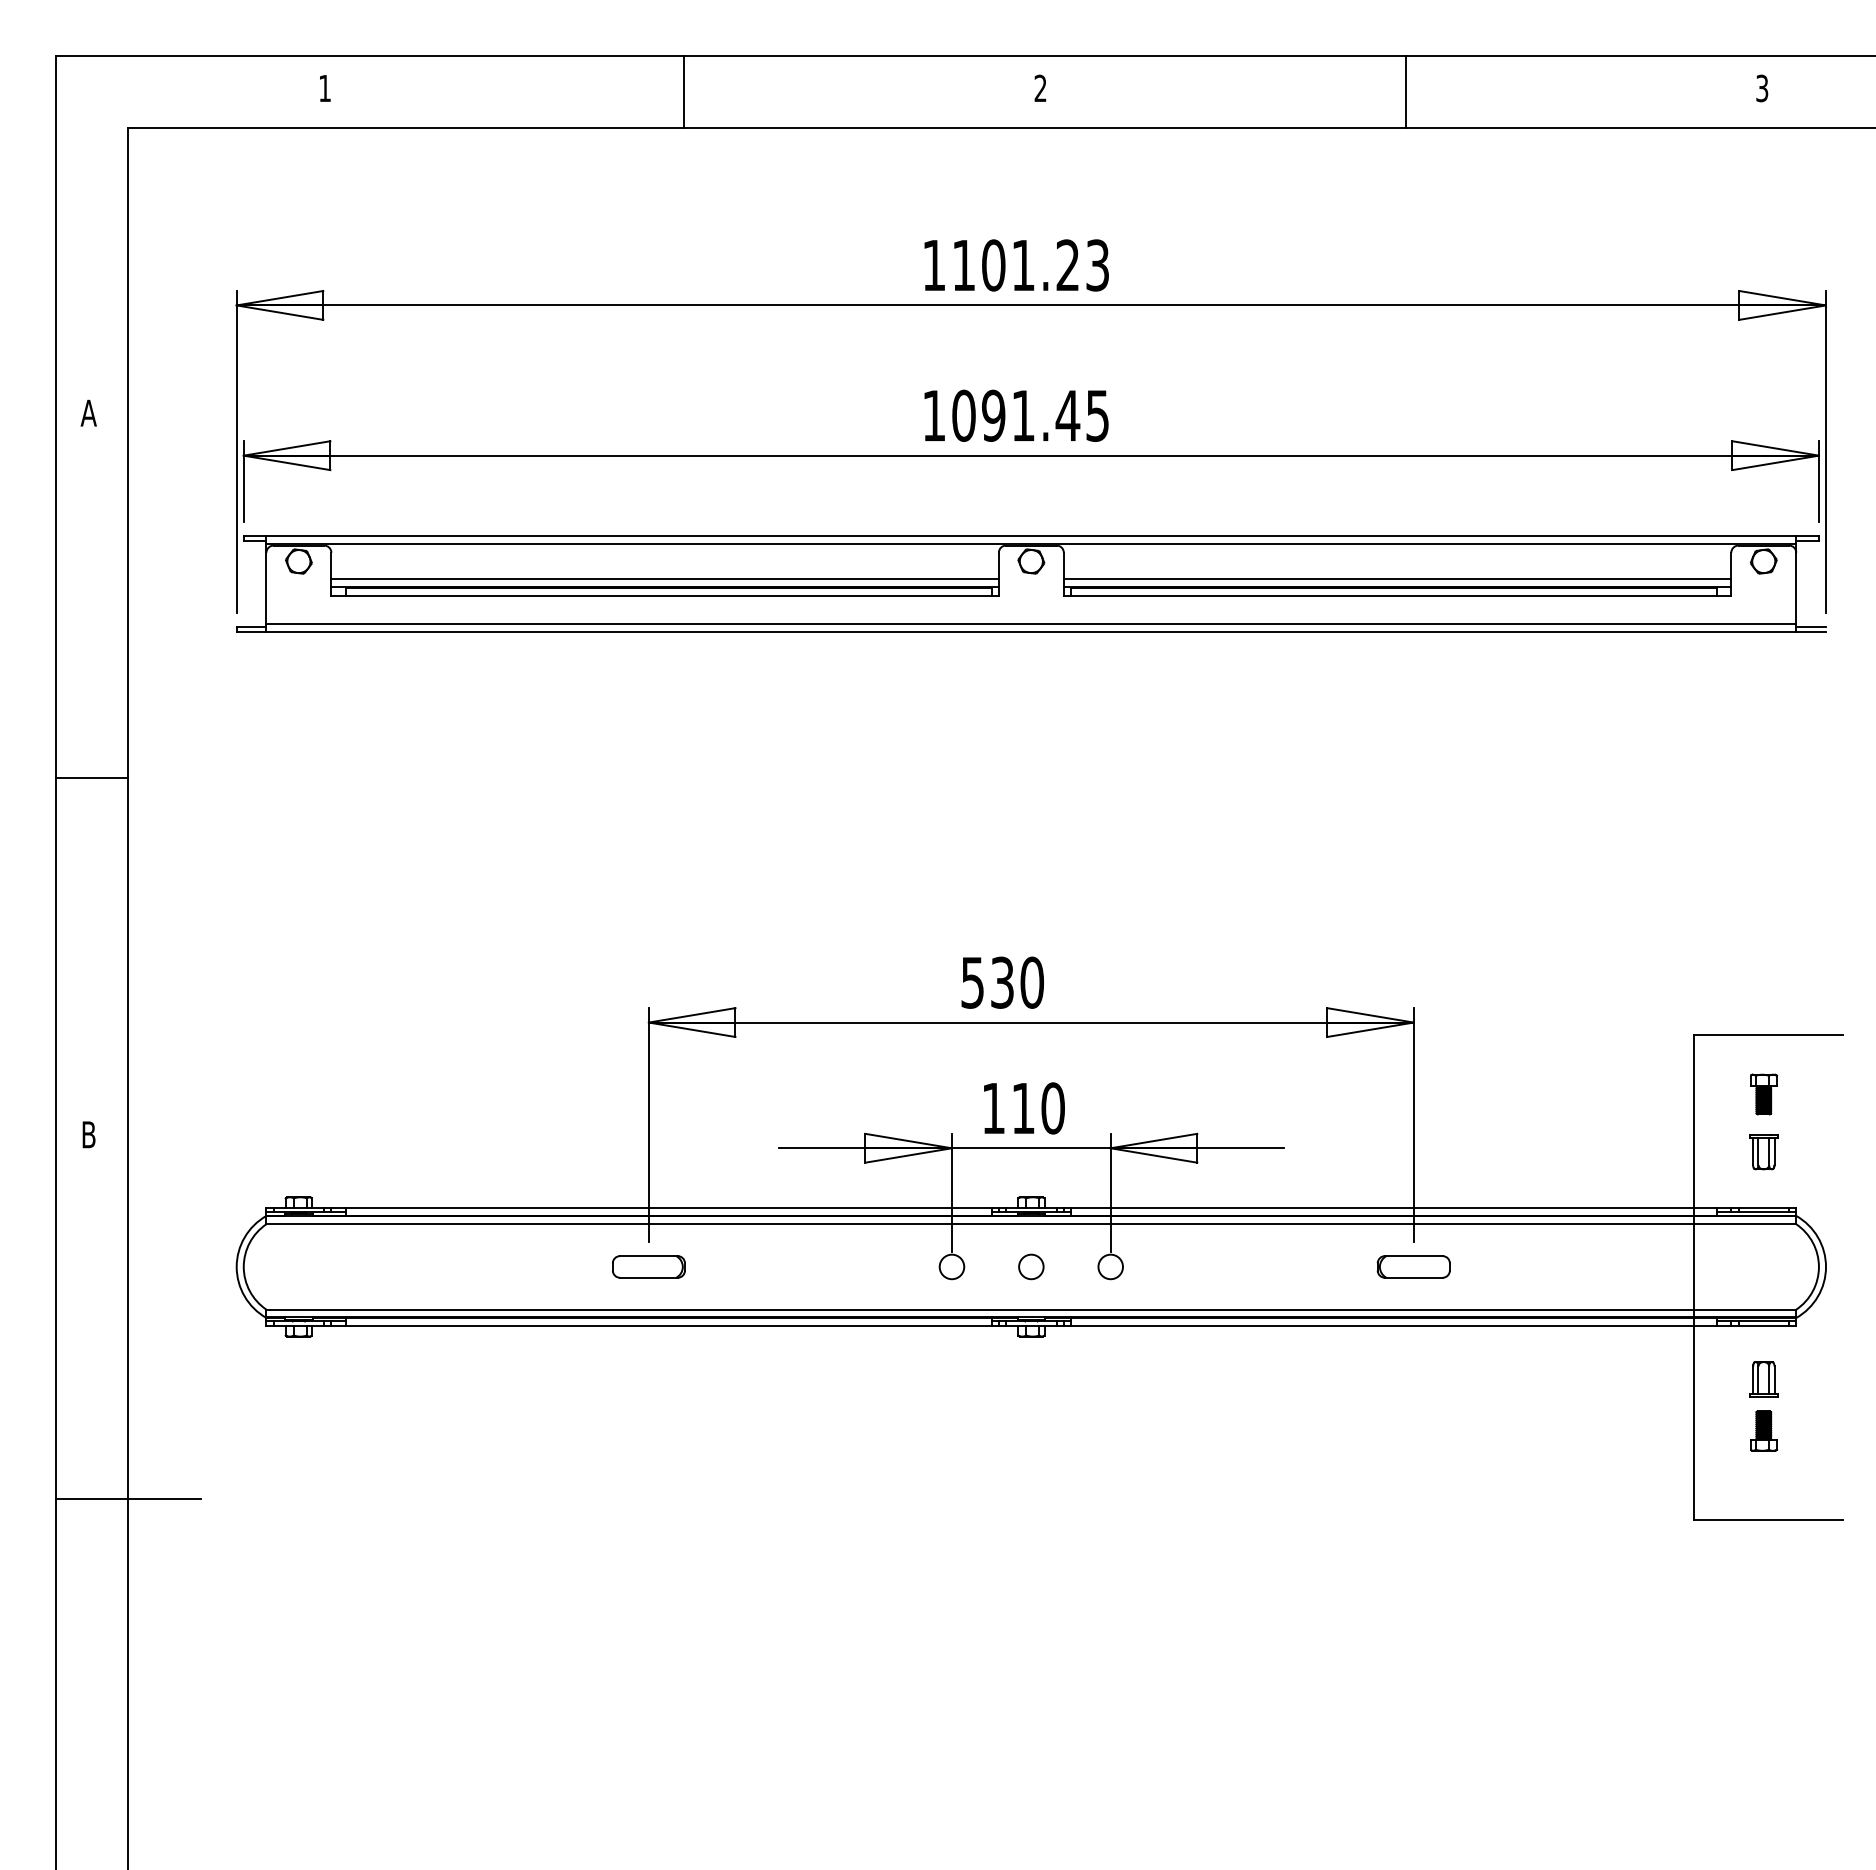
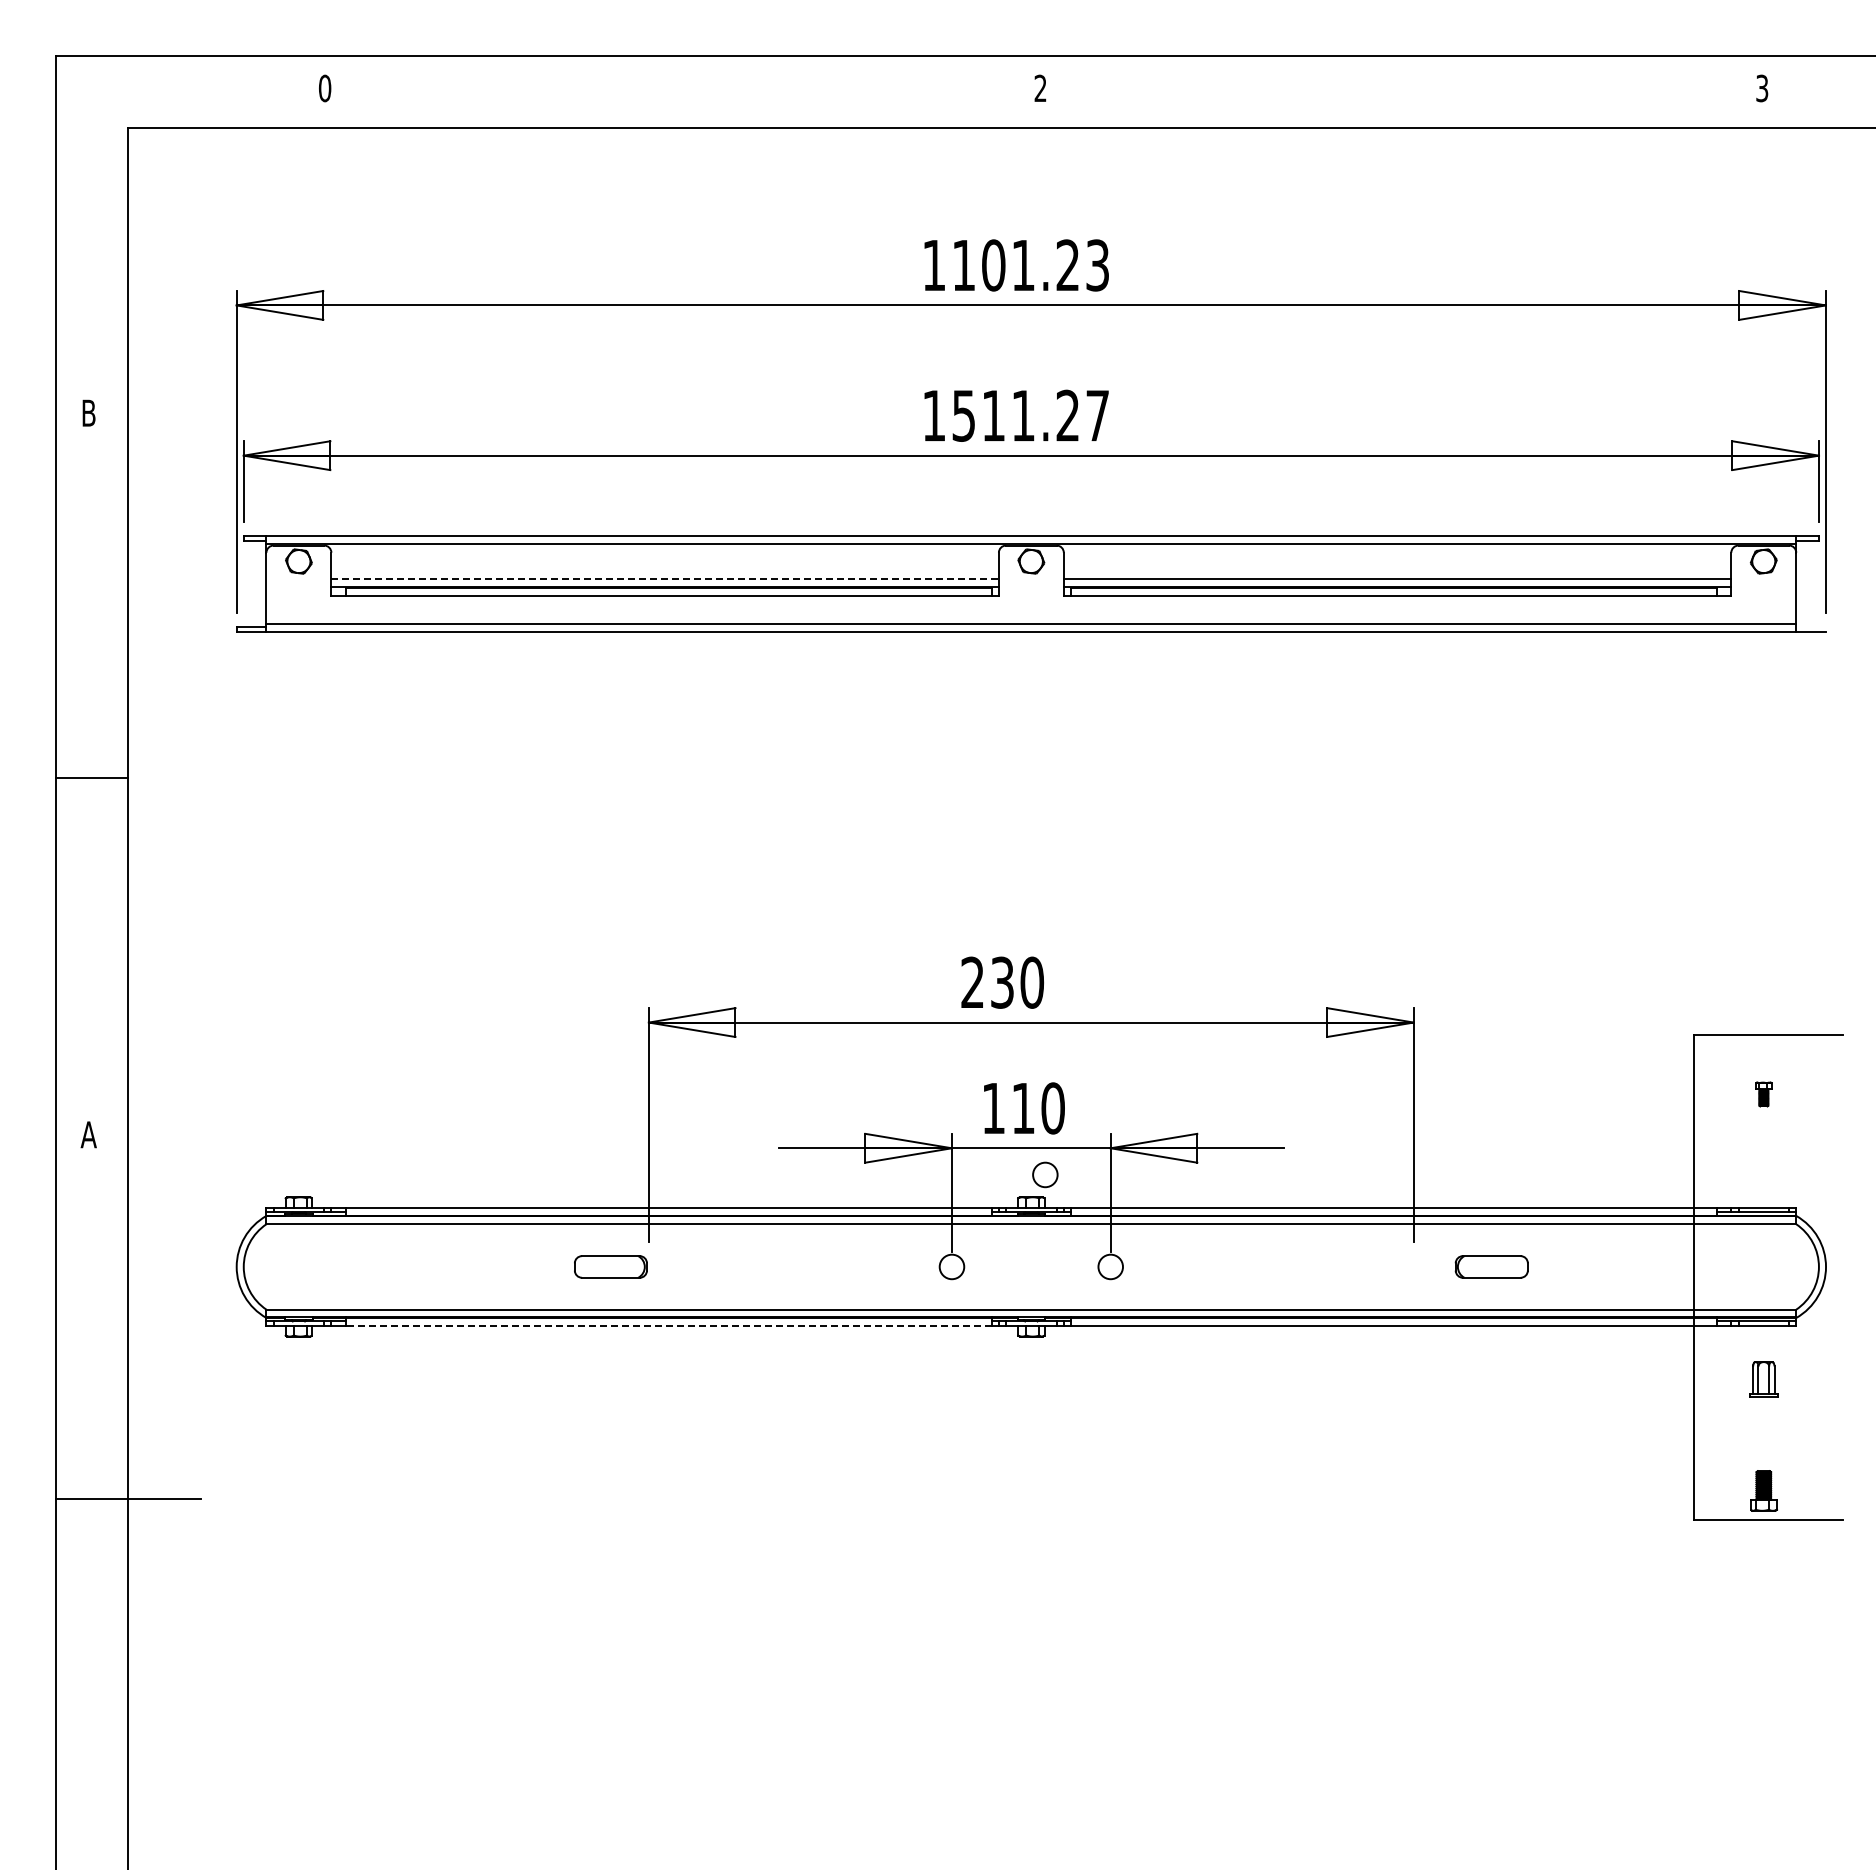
text at (325, 88): 1 -> 0
line at (684, 91): present -> none
line at (1405, 91): present -> none
text at (88, 412): A -> B
text at (1030, 415): 1091.45 -> 1511.27
line at (665, 579): solid -> dashed
line at (1811, 627): present -> none
text at (972, 982): 530 -> 230
part at (1763, 1094) size: 28x43 px -> 18x27 px
text at (88, 1134): B -> A
part at (1763, 1152): present -> none
part at (648, 1266) position: (648, 1266) -> (610, 1266)
circle at (1031, 1266) position: (1031, 1266) -> (1045, 1174)
part at (1413, 1266) position: (1413, 1266) -> (1491, 1266)
line at (668, 1325): solid -> dashed
part at (1763, 1430) position: (1763, 1430) -> (1763, 1490)
